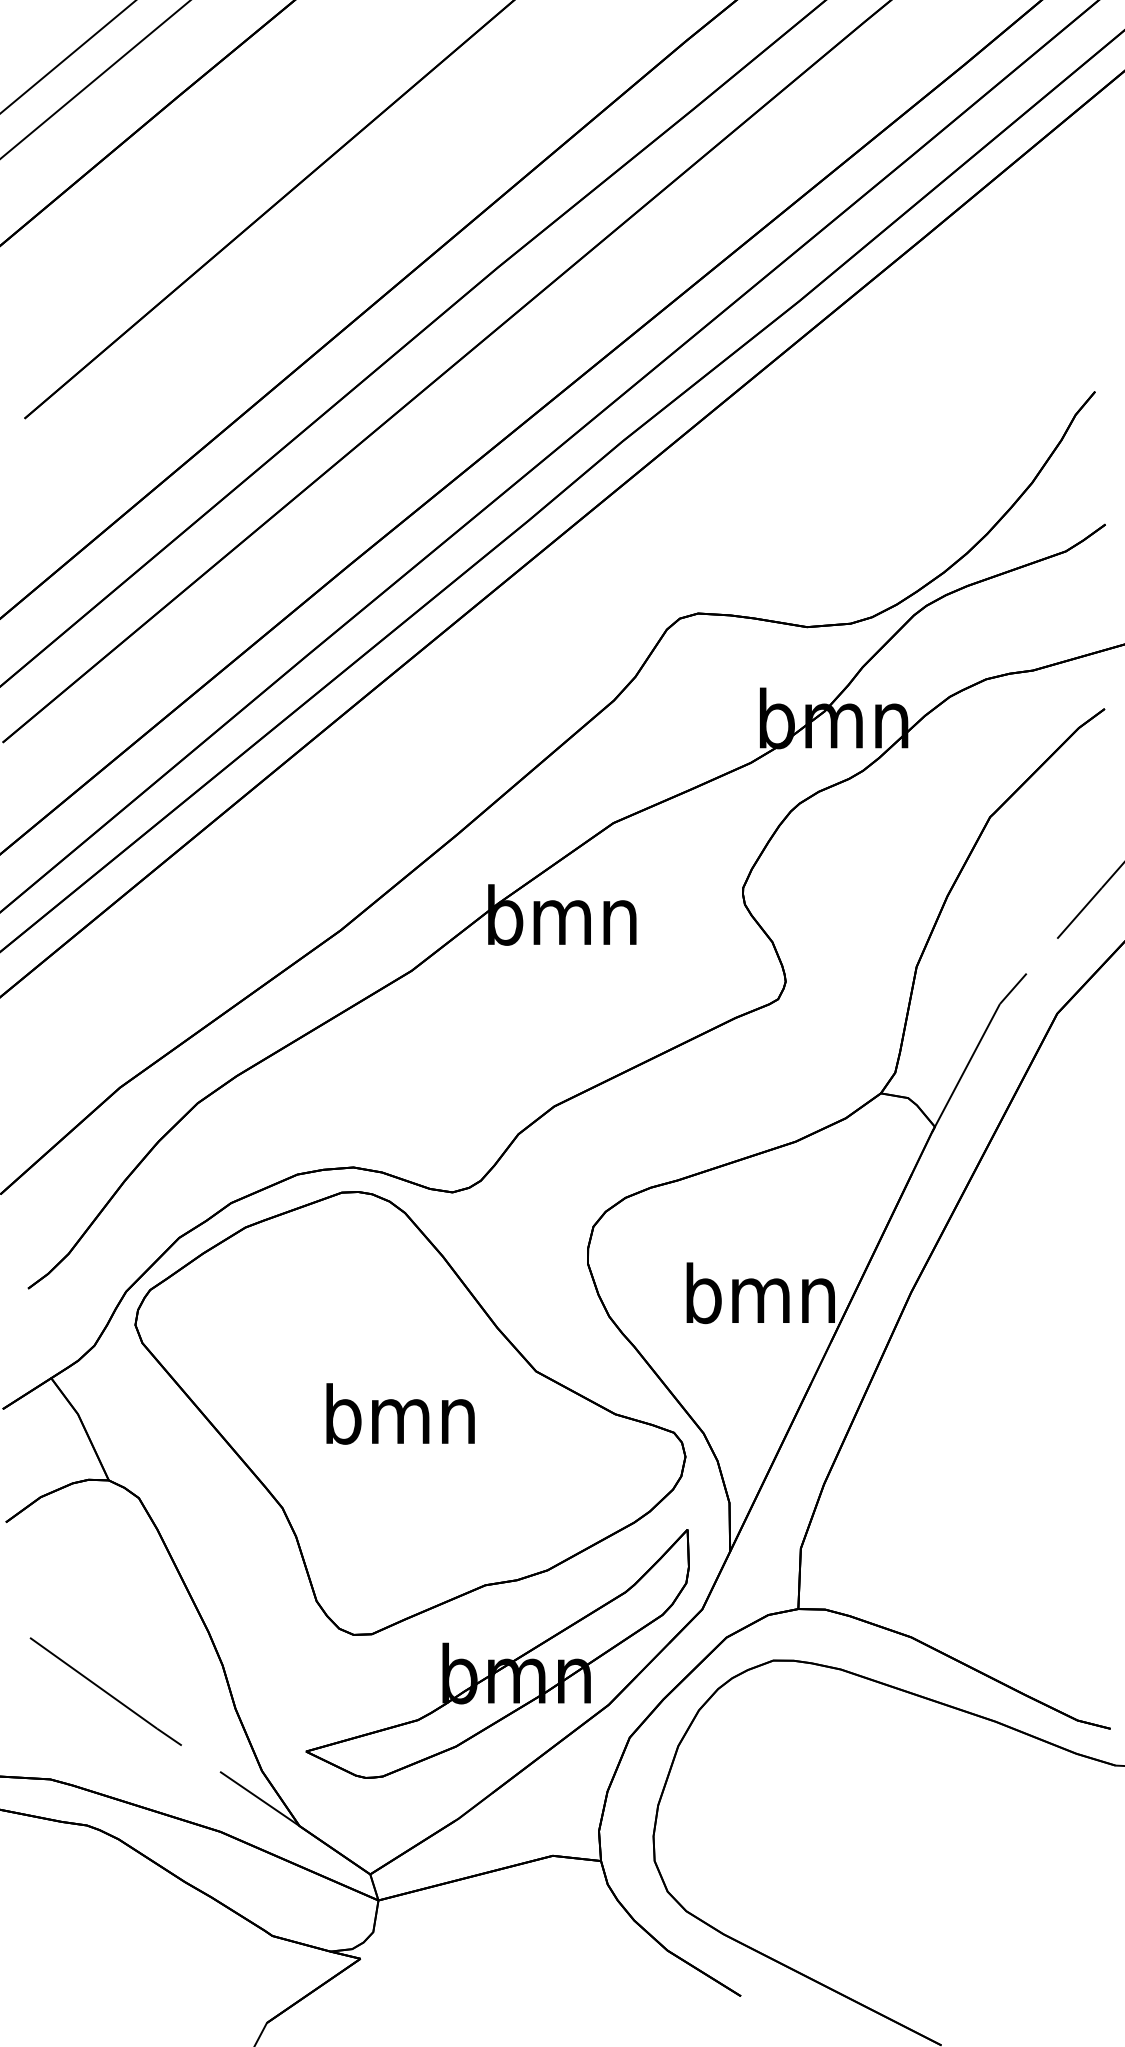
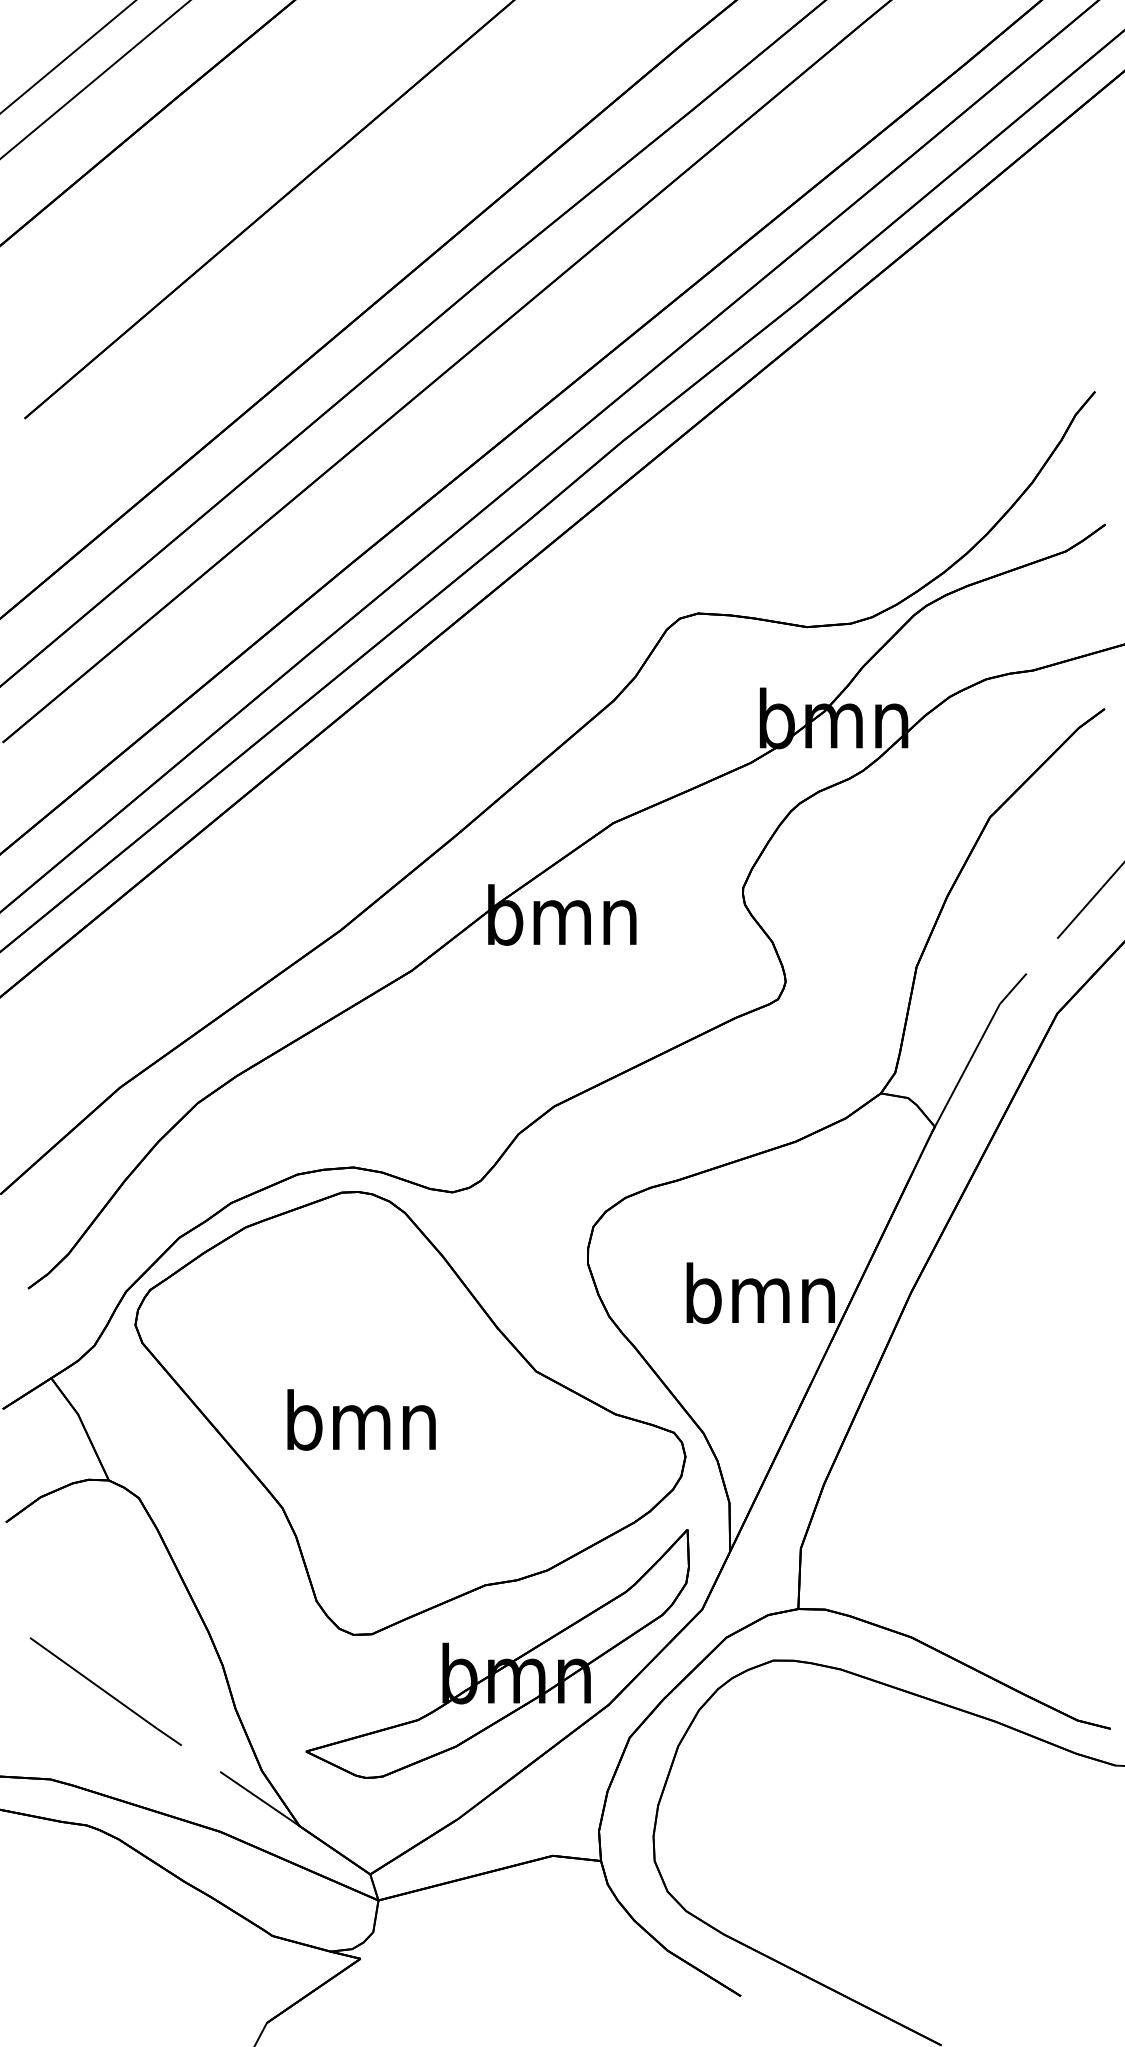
text at (400, 1413) position: (400, 1413) -> (361, 1419)
